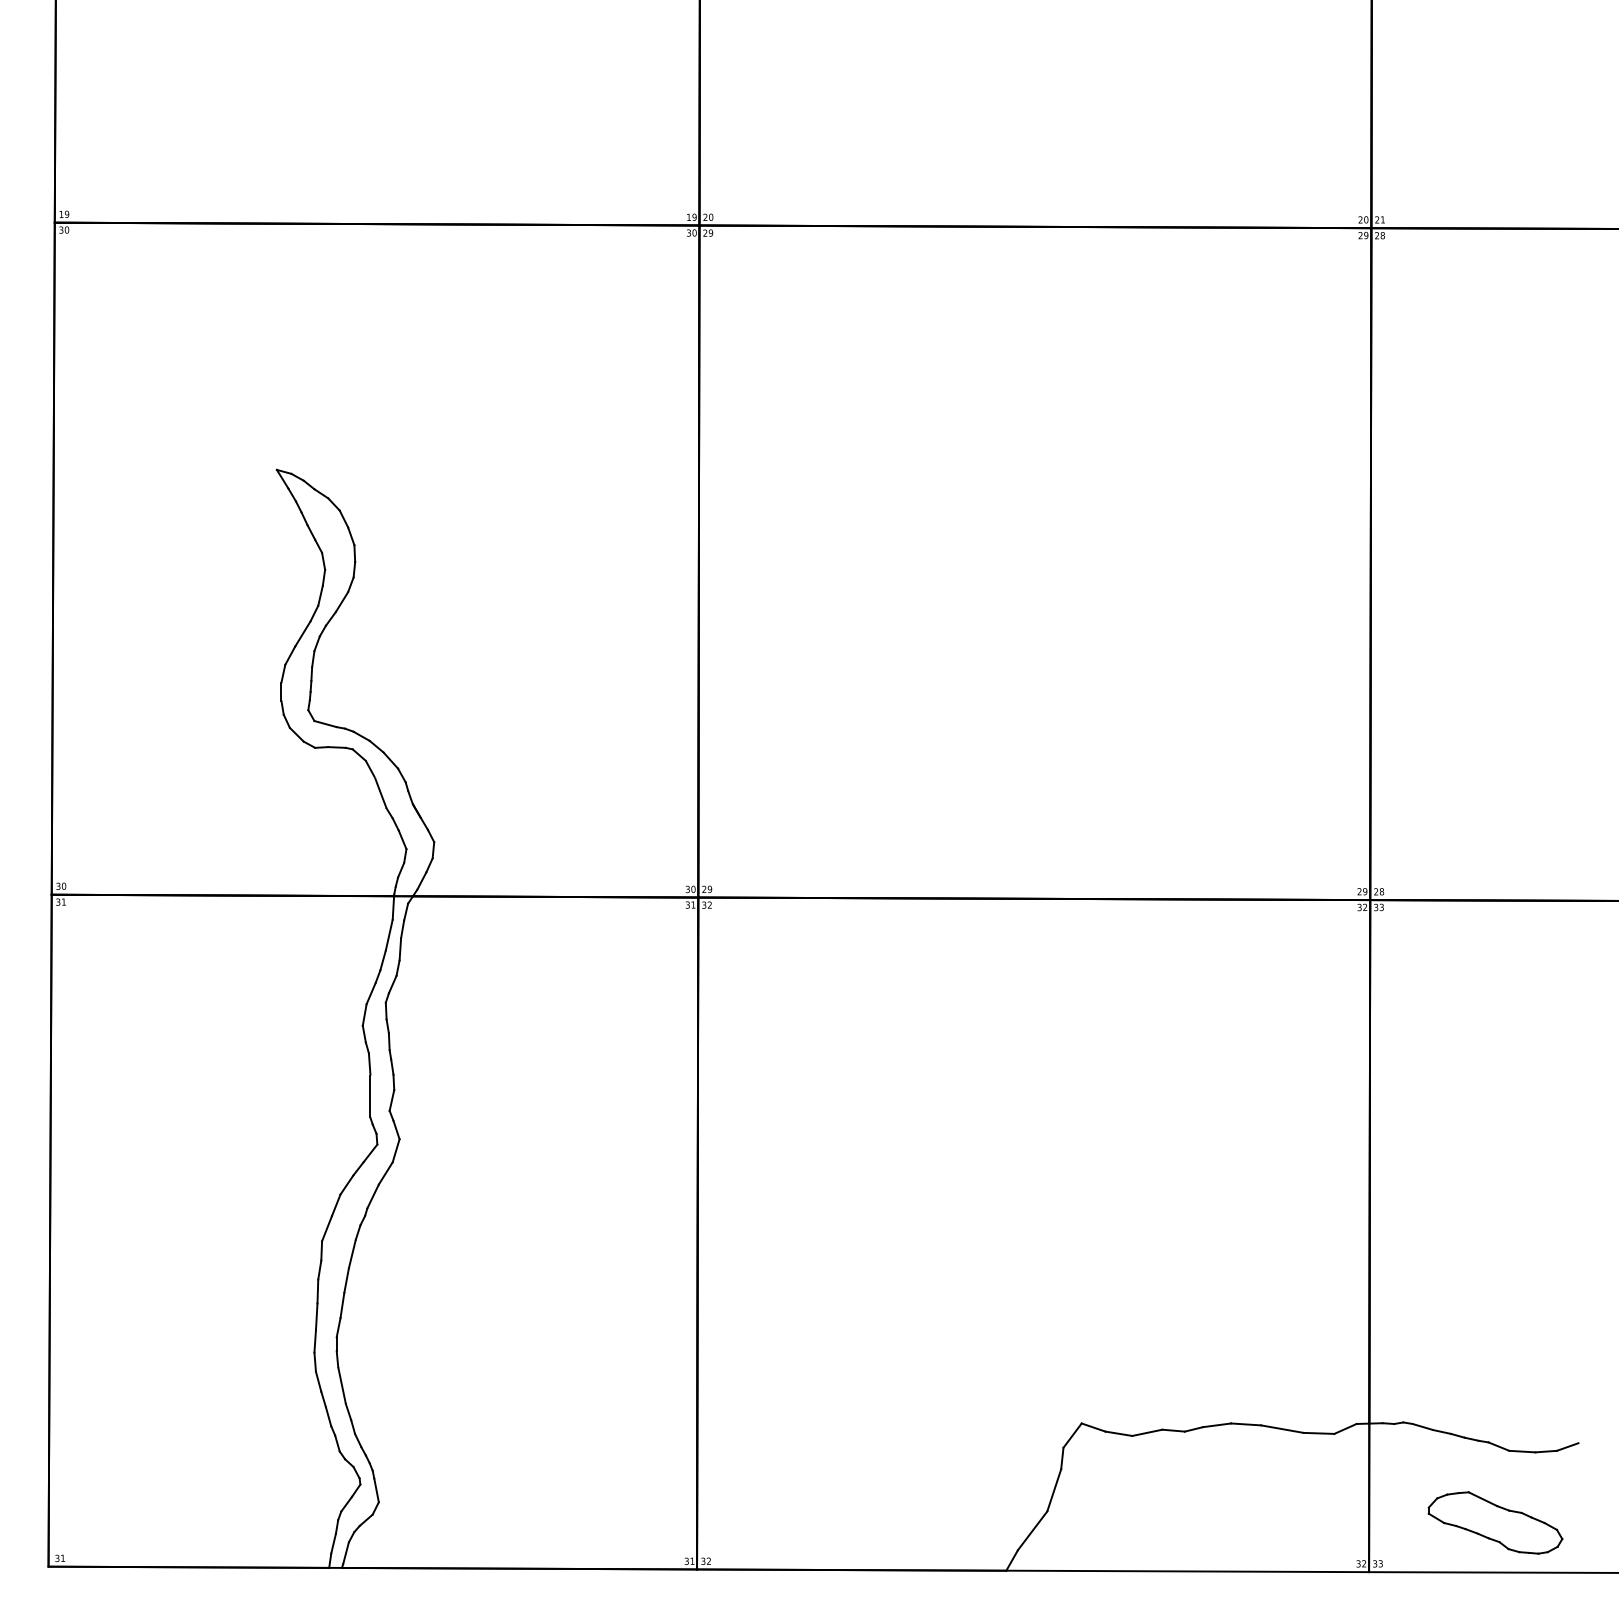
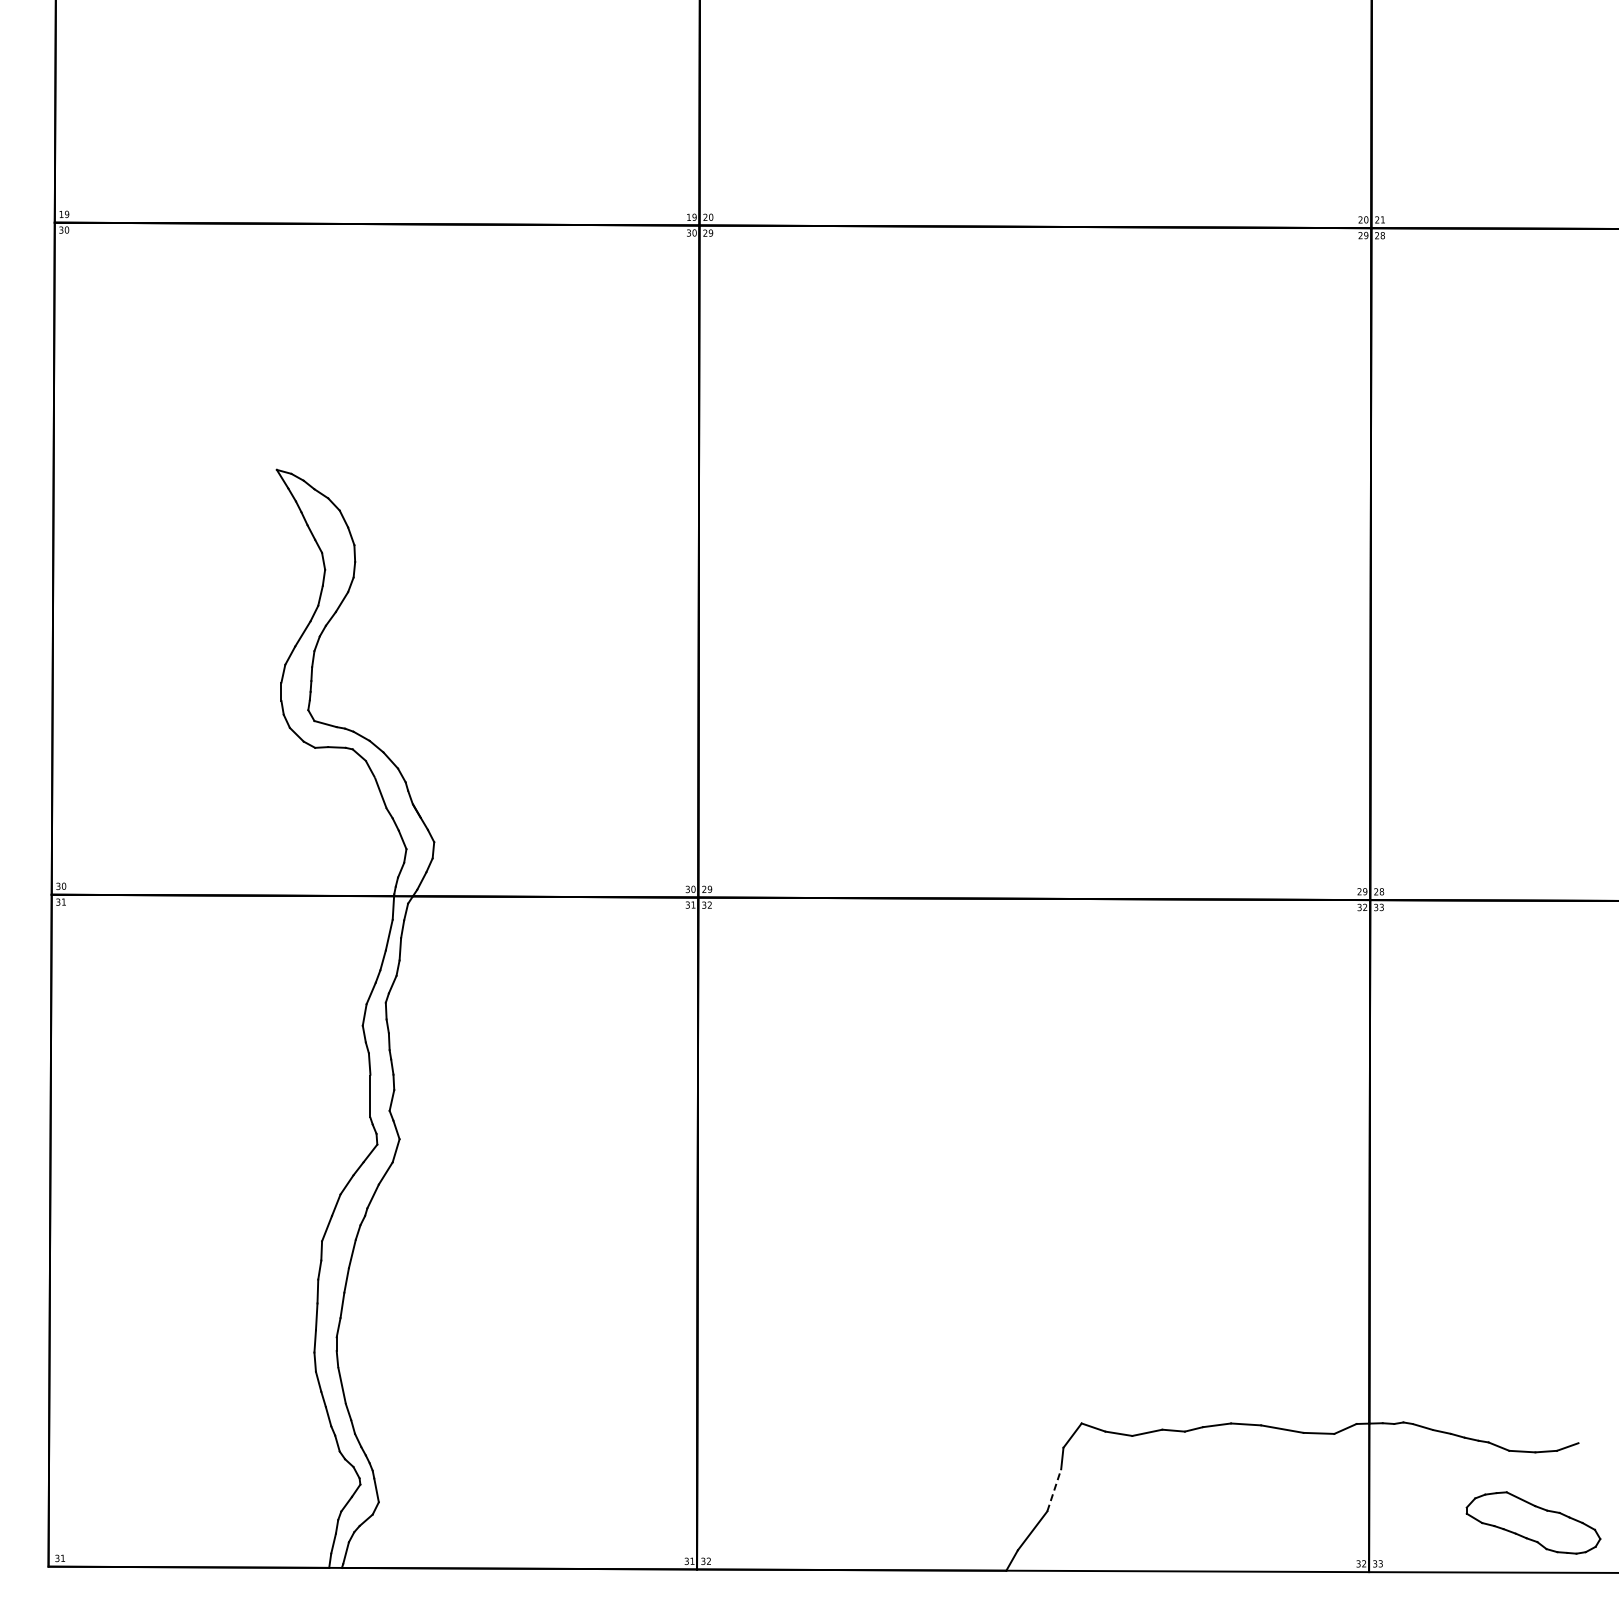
line at (1054, 1489): solid -> dashed
part at (1495, 1522) position: (1495, 1522) -> (1533, 1522)
